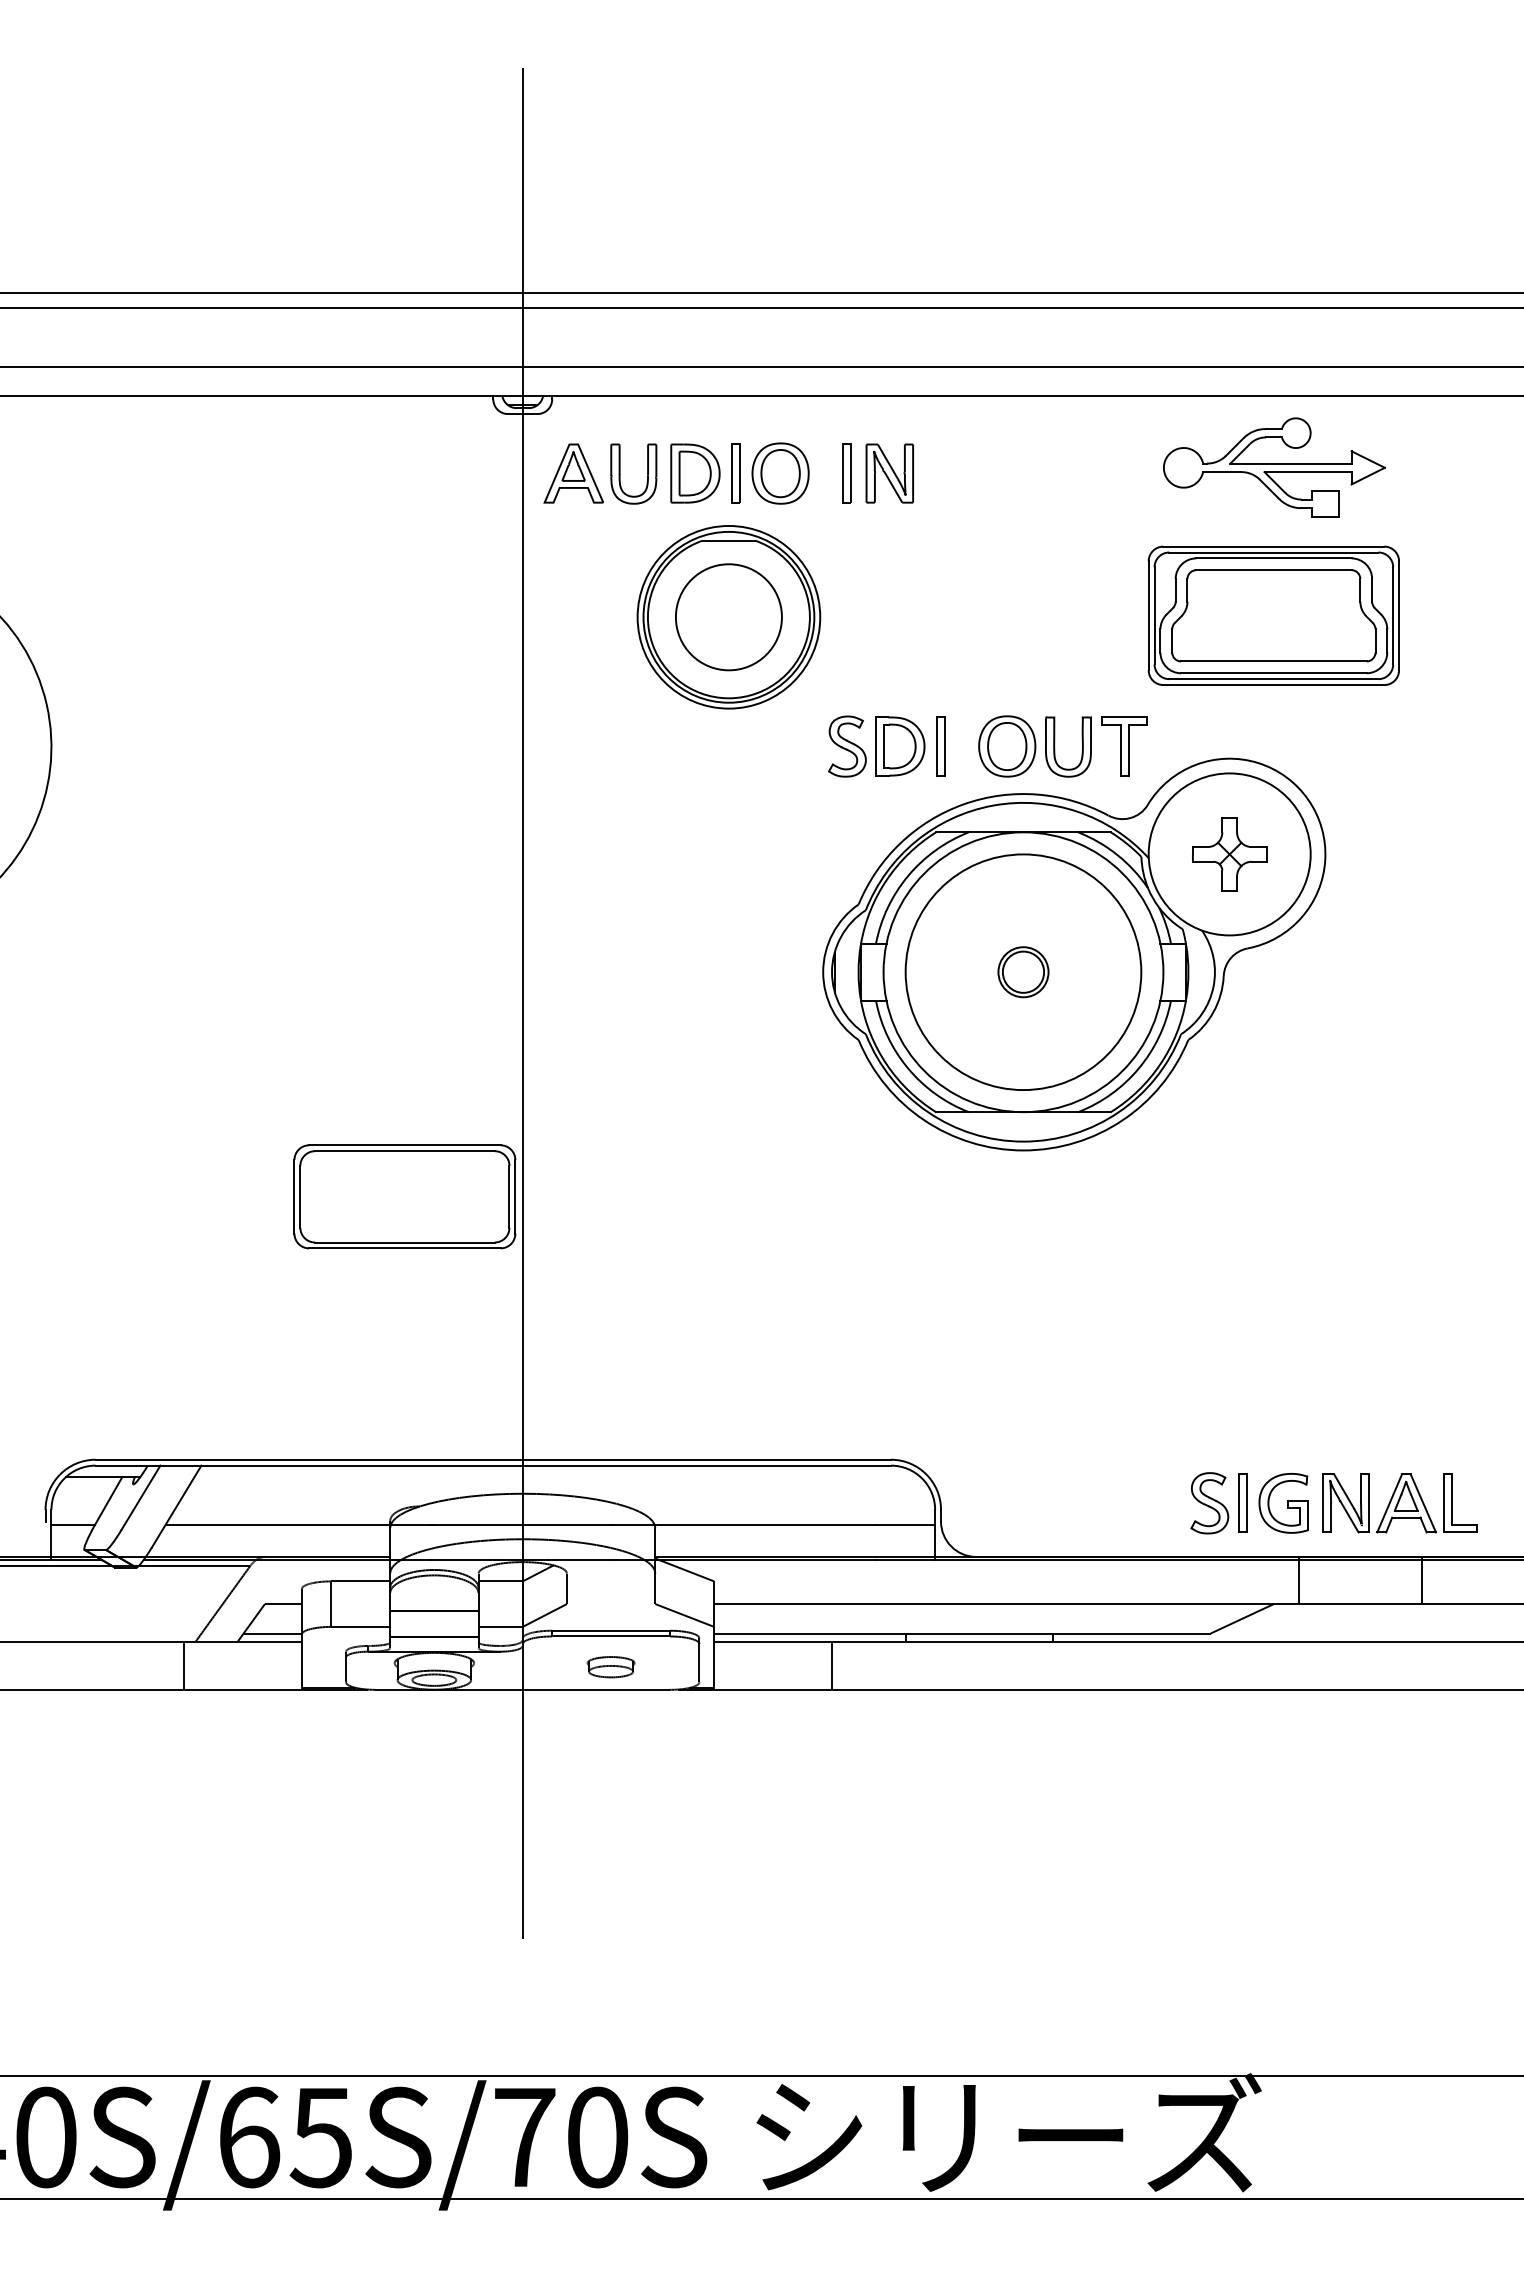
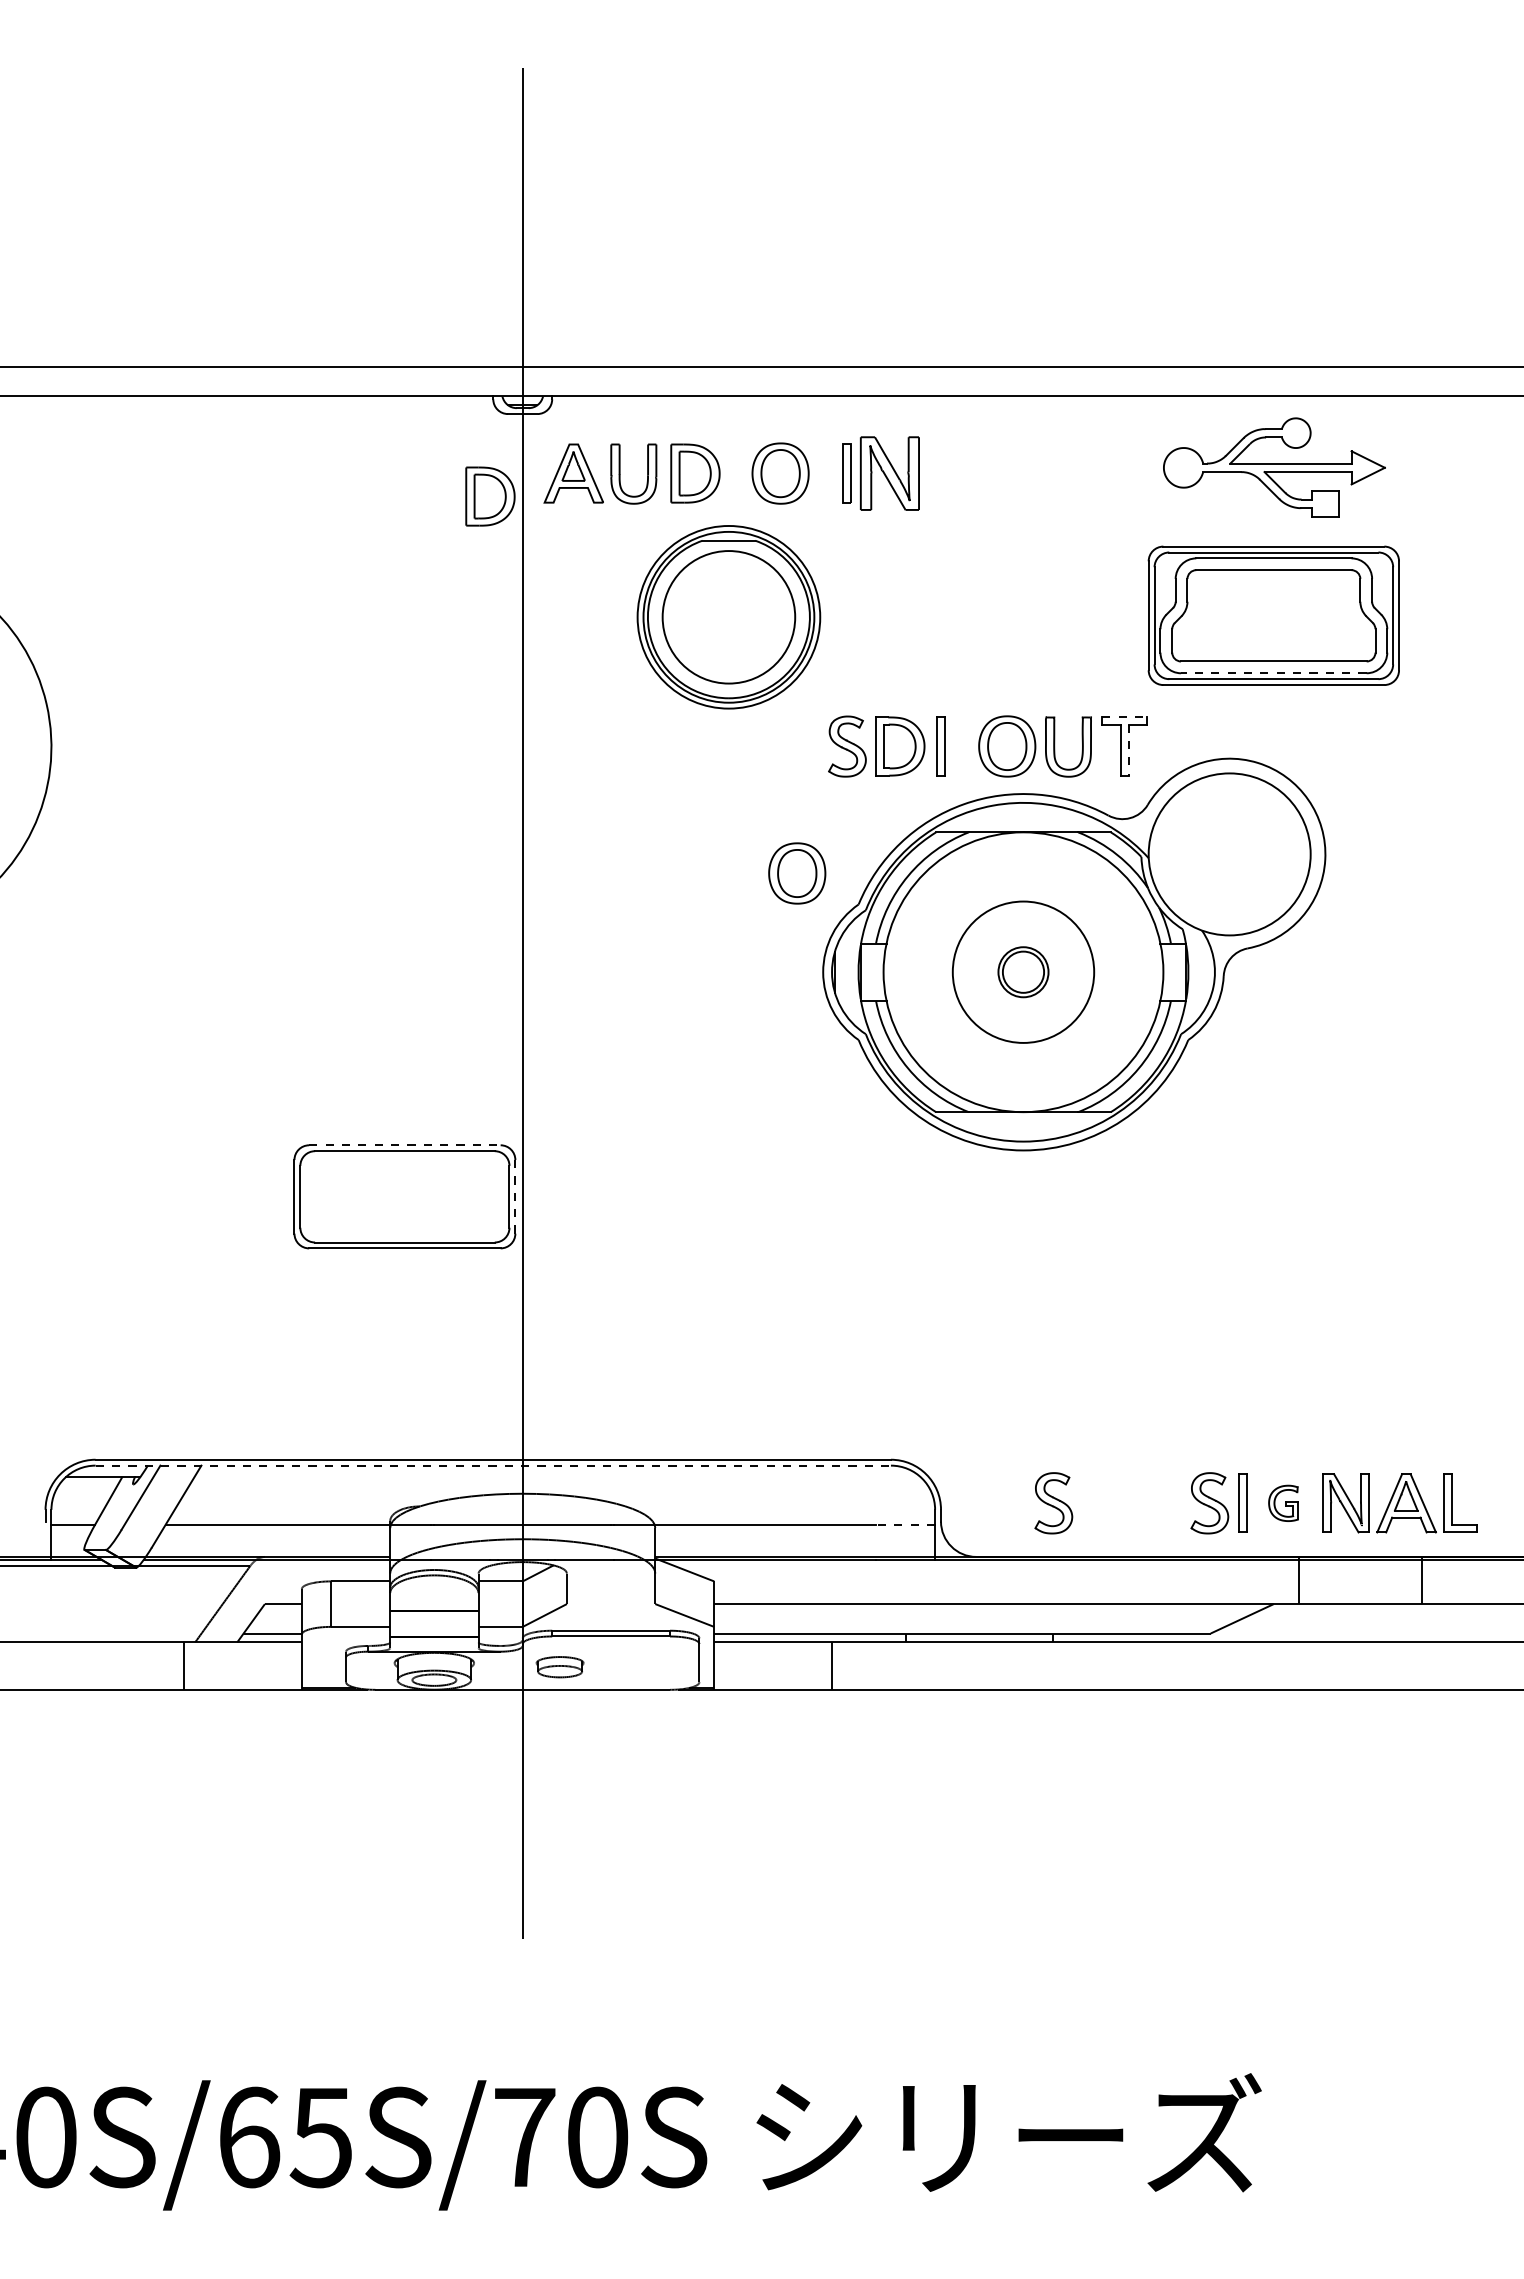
line at (761, 293): present -> none
line at (761, 308): present -> none
part at (735, 473): present -> none
part at (889, 473) size: 49x61 px -> 61x75 px
part at (490, 496): none -> present
circle at (728, 617) diameter: 106 px -> 133 px
line at (1273, 673): solid -> dashed
line at (1124, 717): solid -> dashed
line at (1129, 750): solid -> dashed
part at (1229, 854): present -> none
part at (797, 873): none -> present
circle at (1023, 972) diameter: 236 px -> 141 px
line at (404, 1145): solid -> dashed
line at (515, 1196): solid -> dashed
line at (493, 1465): solid -> dashed
part at (1053, 1503): none -> present
part at (1283, 1503) size: 51x61 px -> 31x38 px
line at (905, 1524): solid -> dashed
part at (610, 1667) position: (610, 1667) -> (559, 1667)
line at (761, 2076): present -> none
line at (761, 2198): present -> none
